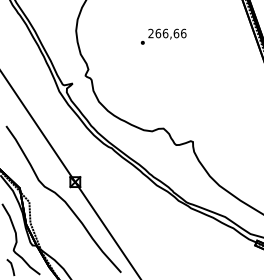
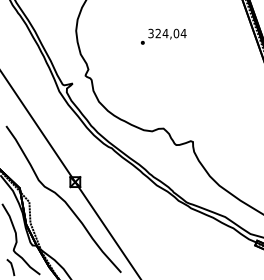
text at (167, 33): 266,66 -> 324,04
